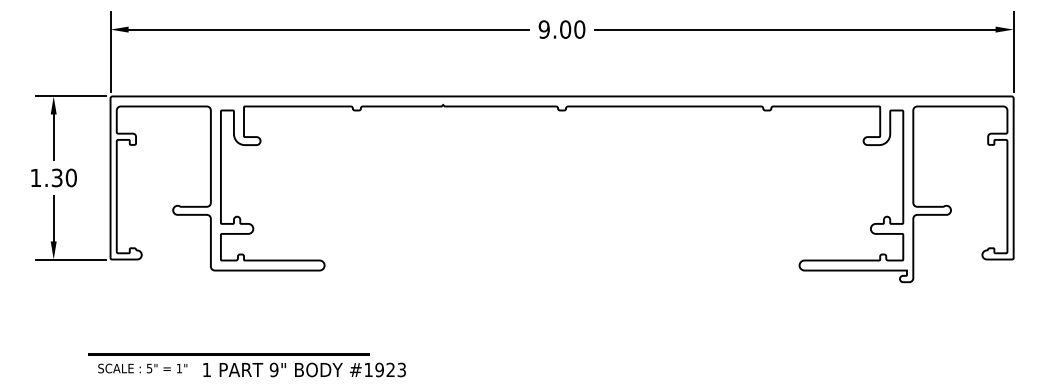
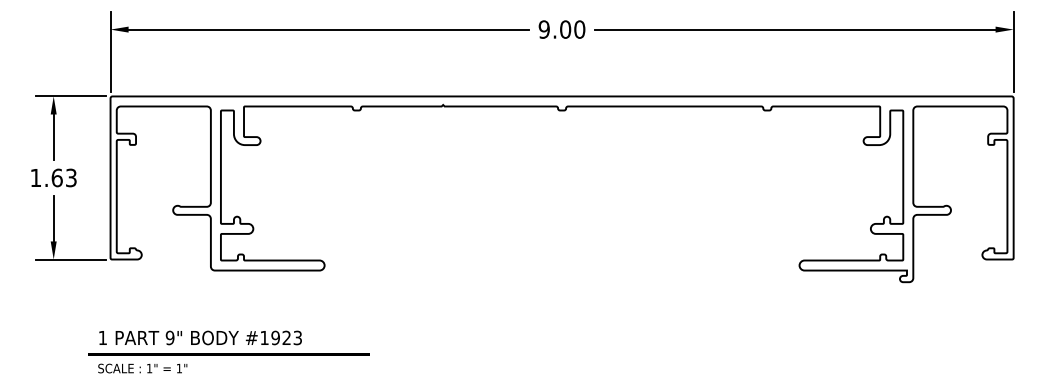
text at (63, 177): 1.30 -> 1.63
text at (149, 368): 5" -> 1"
text at (304, 369) position: (304, 369) -> (200, 337)
